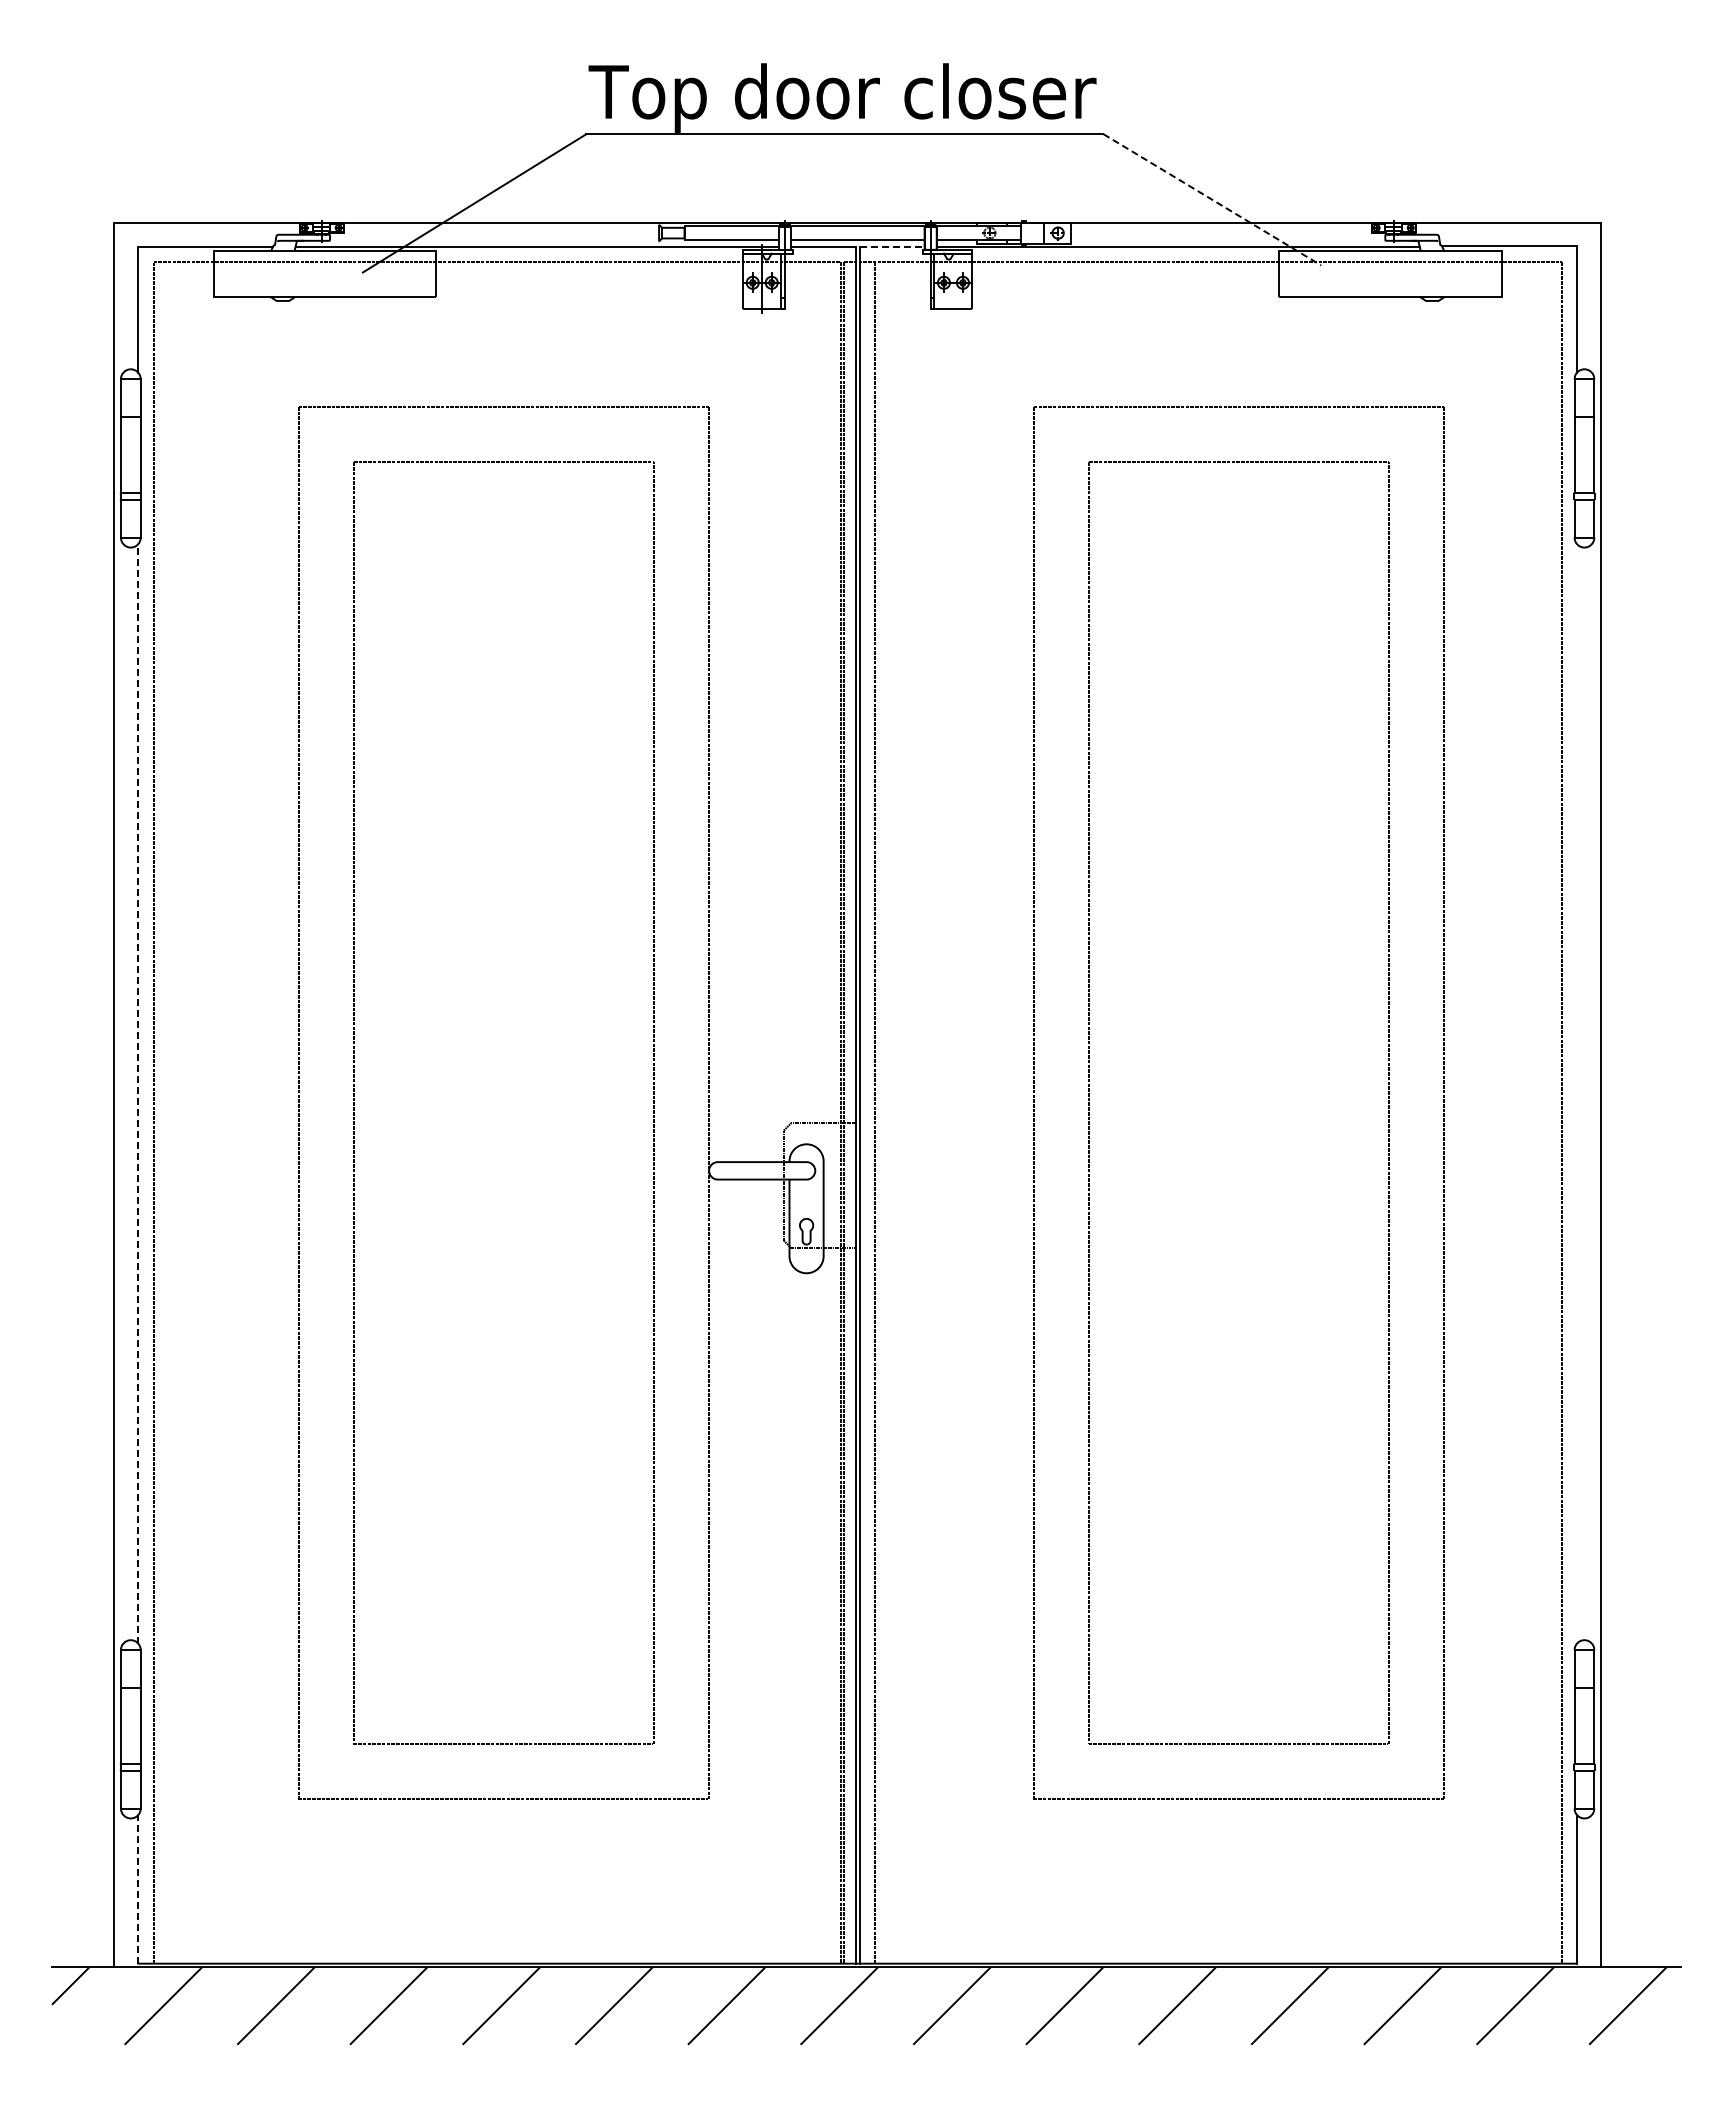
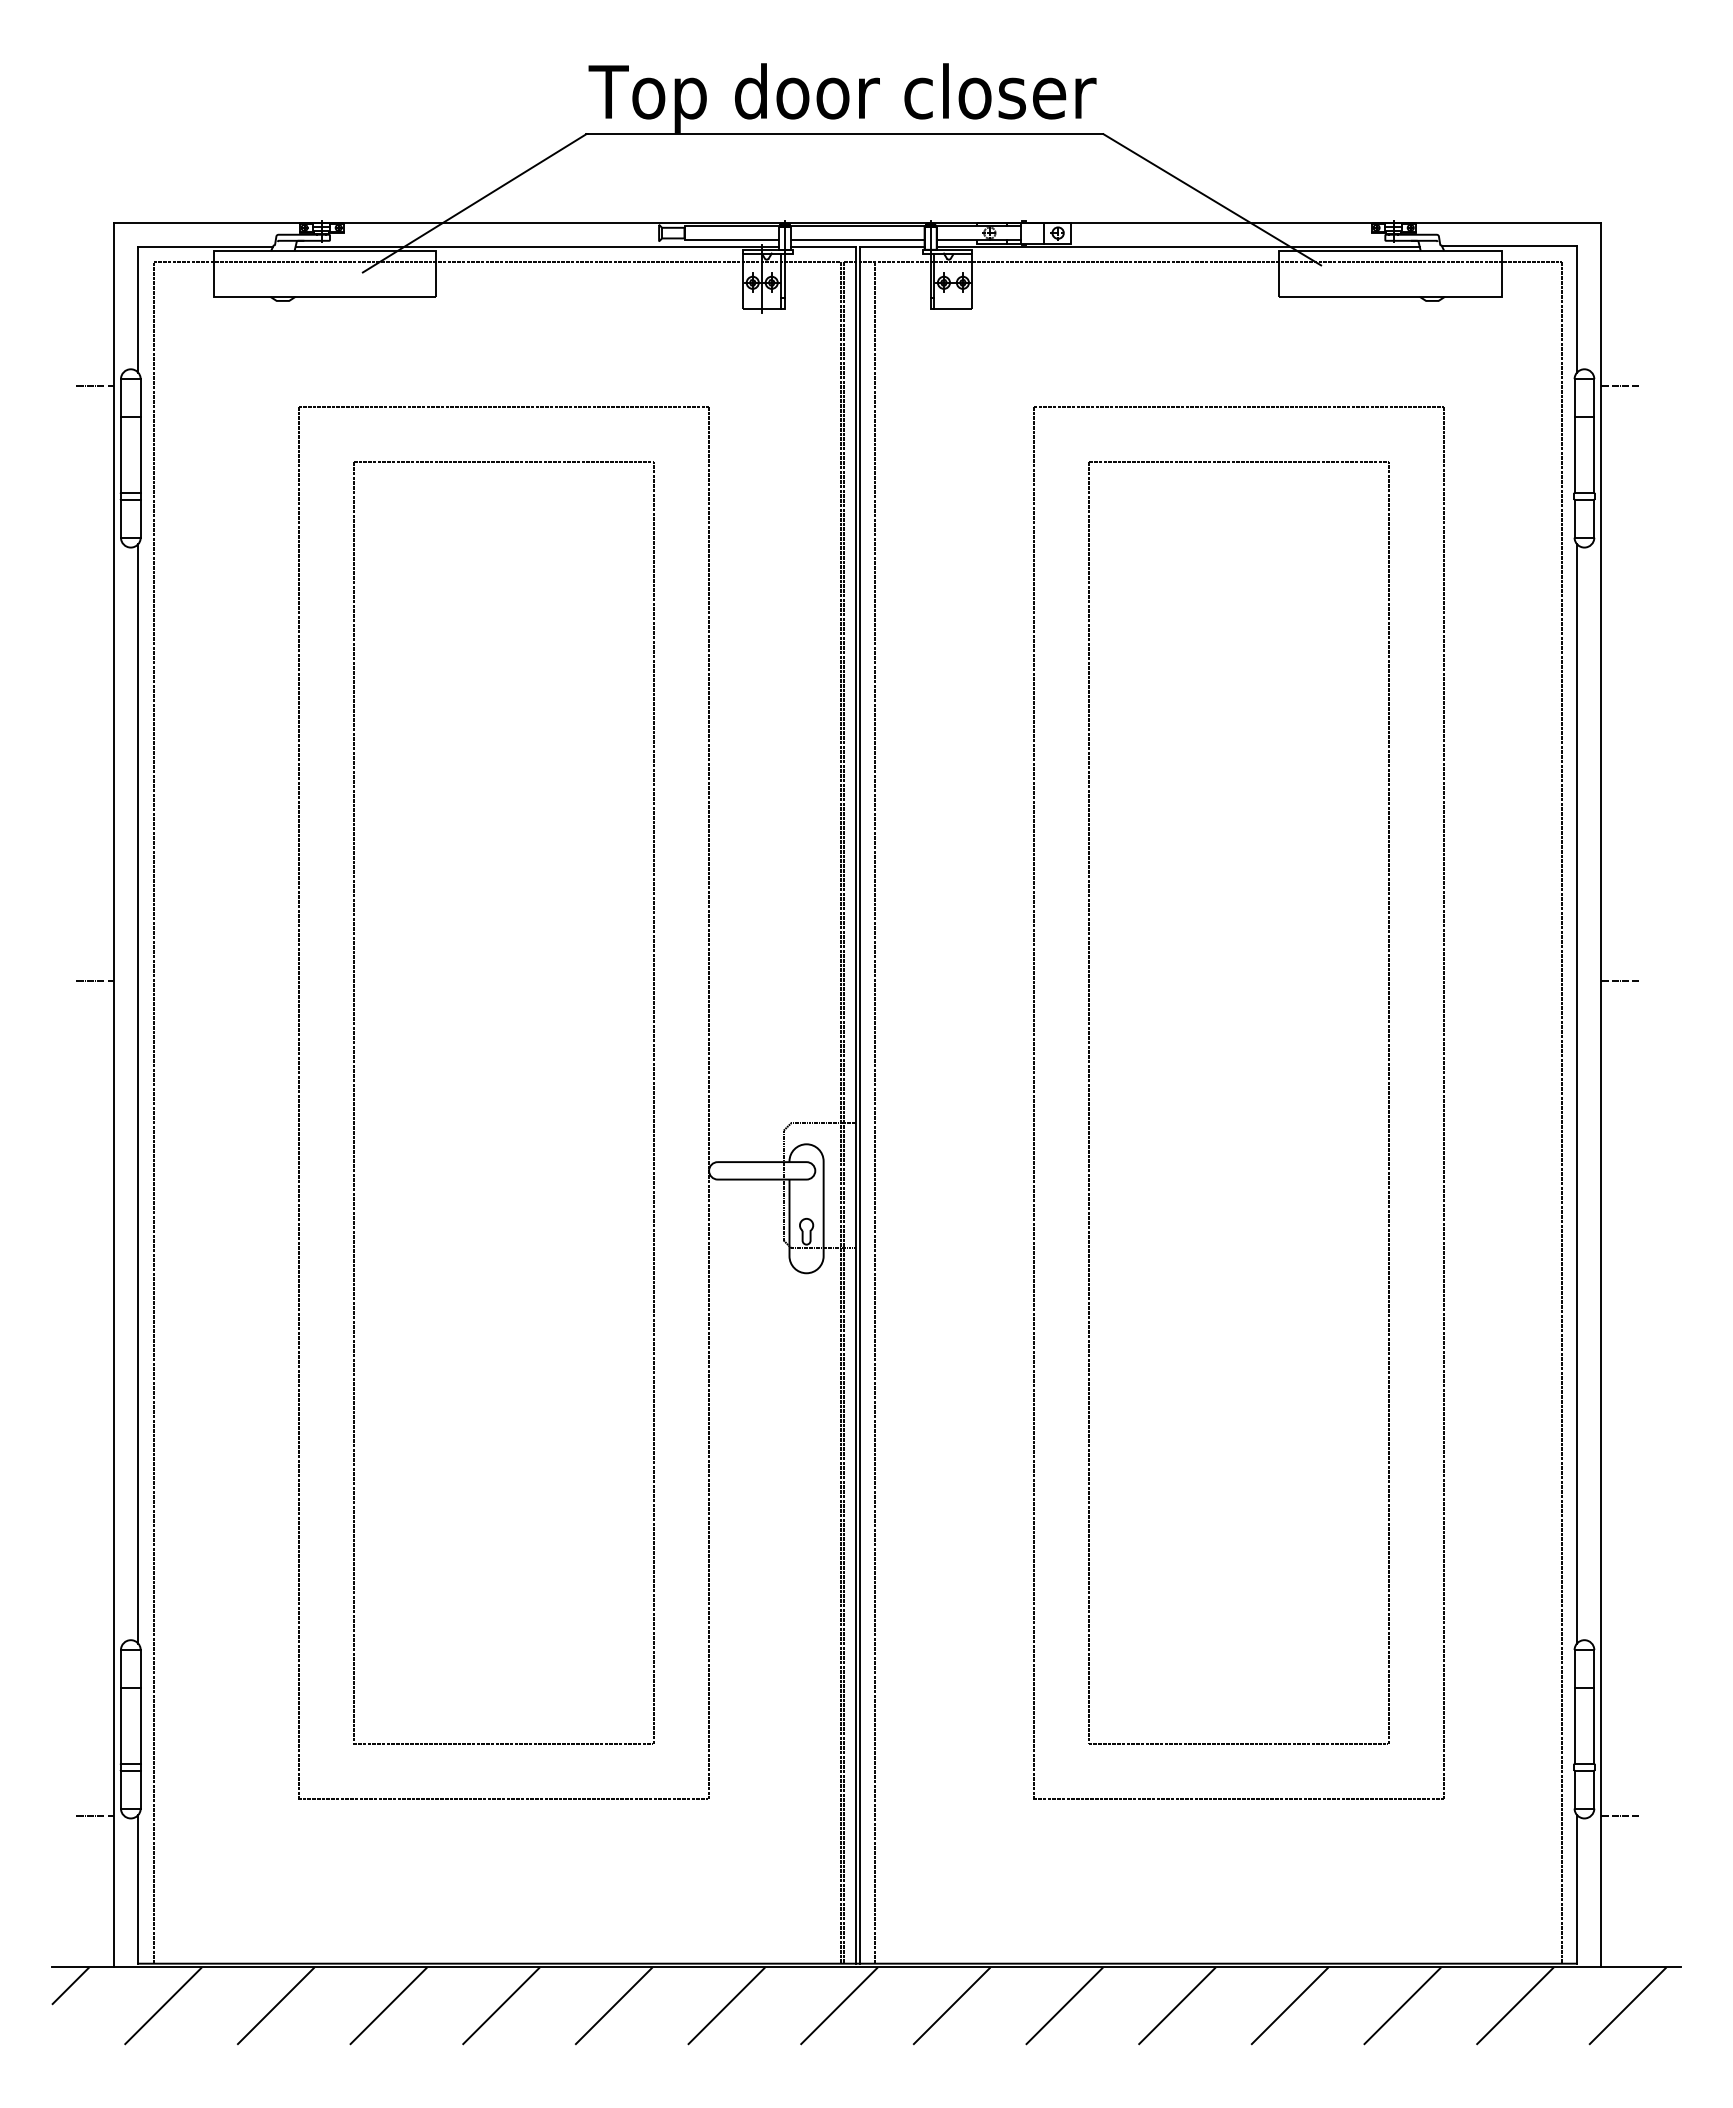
line at (1212, 200): dashed -> solid
line at (892, 246): dashed -> solid
line at (95, 386): none -> present
line at (1620, 386): none -> present
line at (95, 981): none -> present
line at (1620, 981): none -> present
line at (138, 1093): dashed -> solid
line at (1576, 1093): none -> present
line at (95, 1815): none -> present
line at (1620, 1815): none -> present
line at (138, 1888): dashed -> solid
